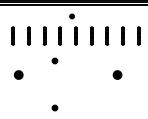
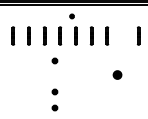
line at (122, 35): present -> none
part at (18, 74): present -> none
part at (54, 91): none -> present
